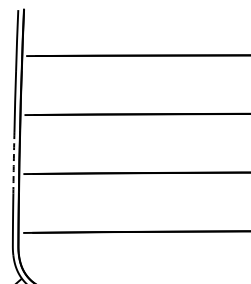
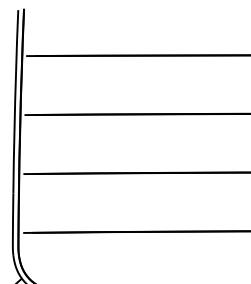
arc at (13, 162): dashed -> solid
